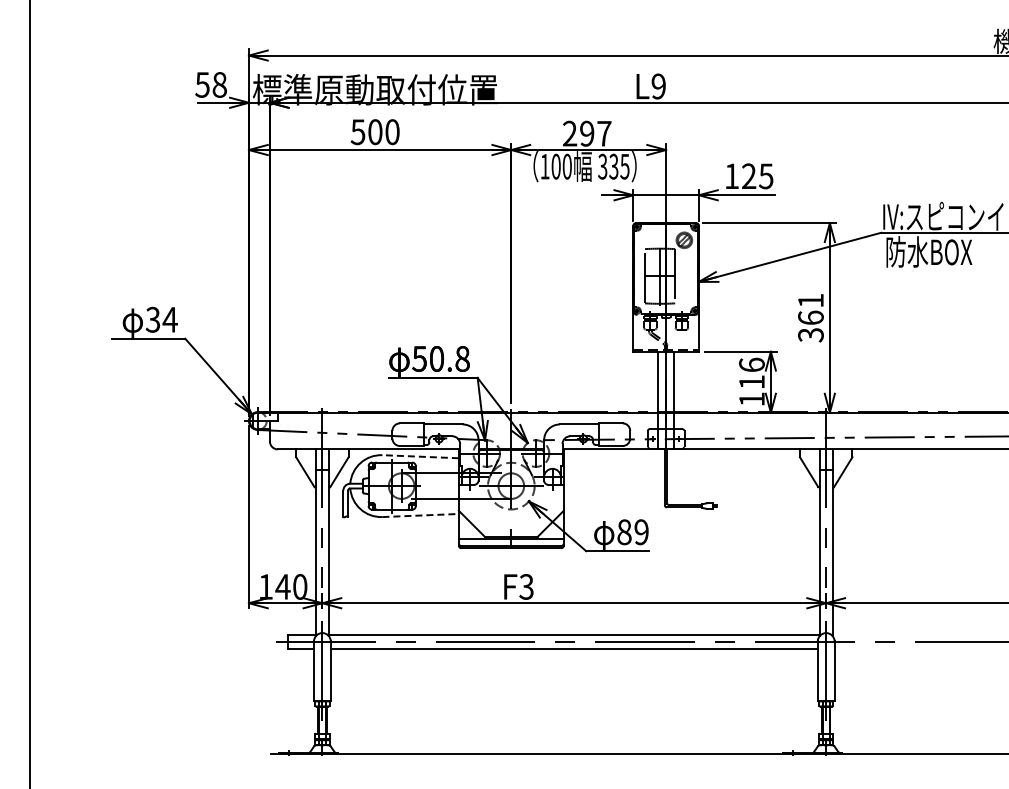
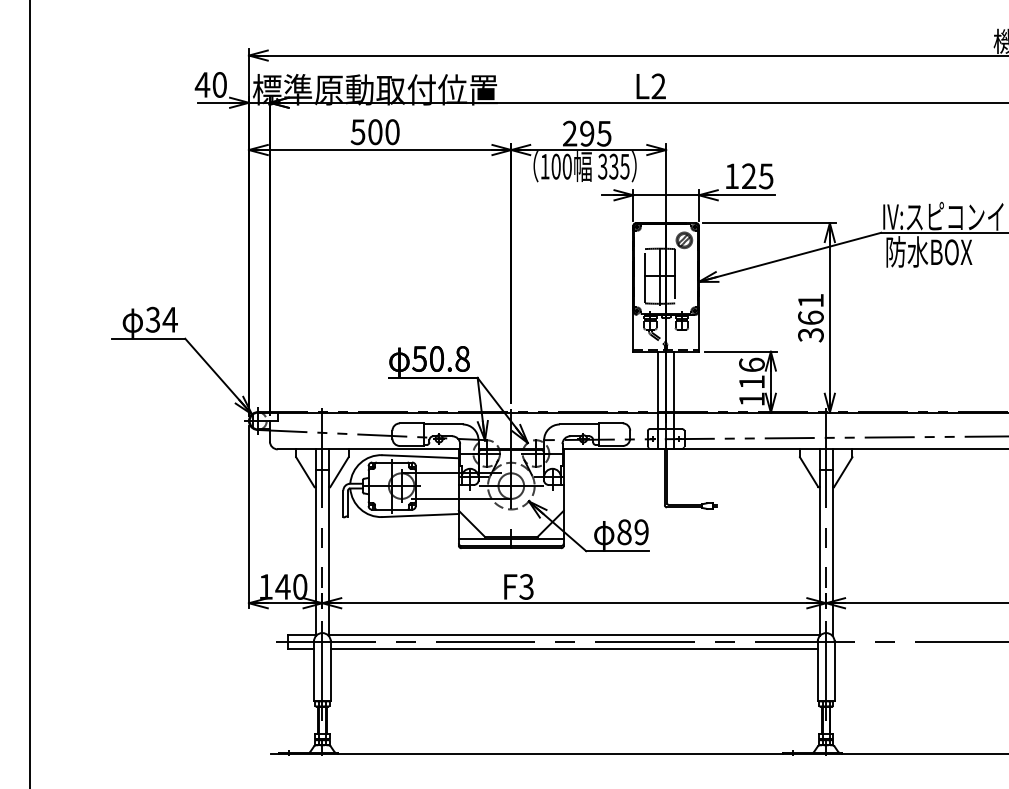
text at (210, 84): 58 -> 40
text at (658, 86): L9 -> L2
text at (604, 133): 297 -> 295
line at (420, 456): dashed -> solid
line at (421, 515): dashed -> solid
